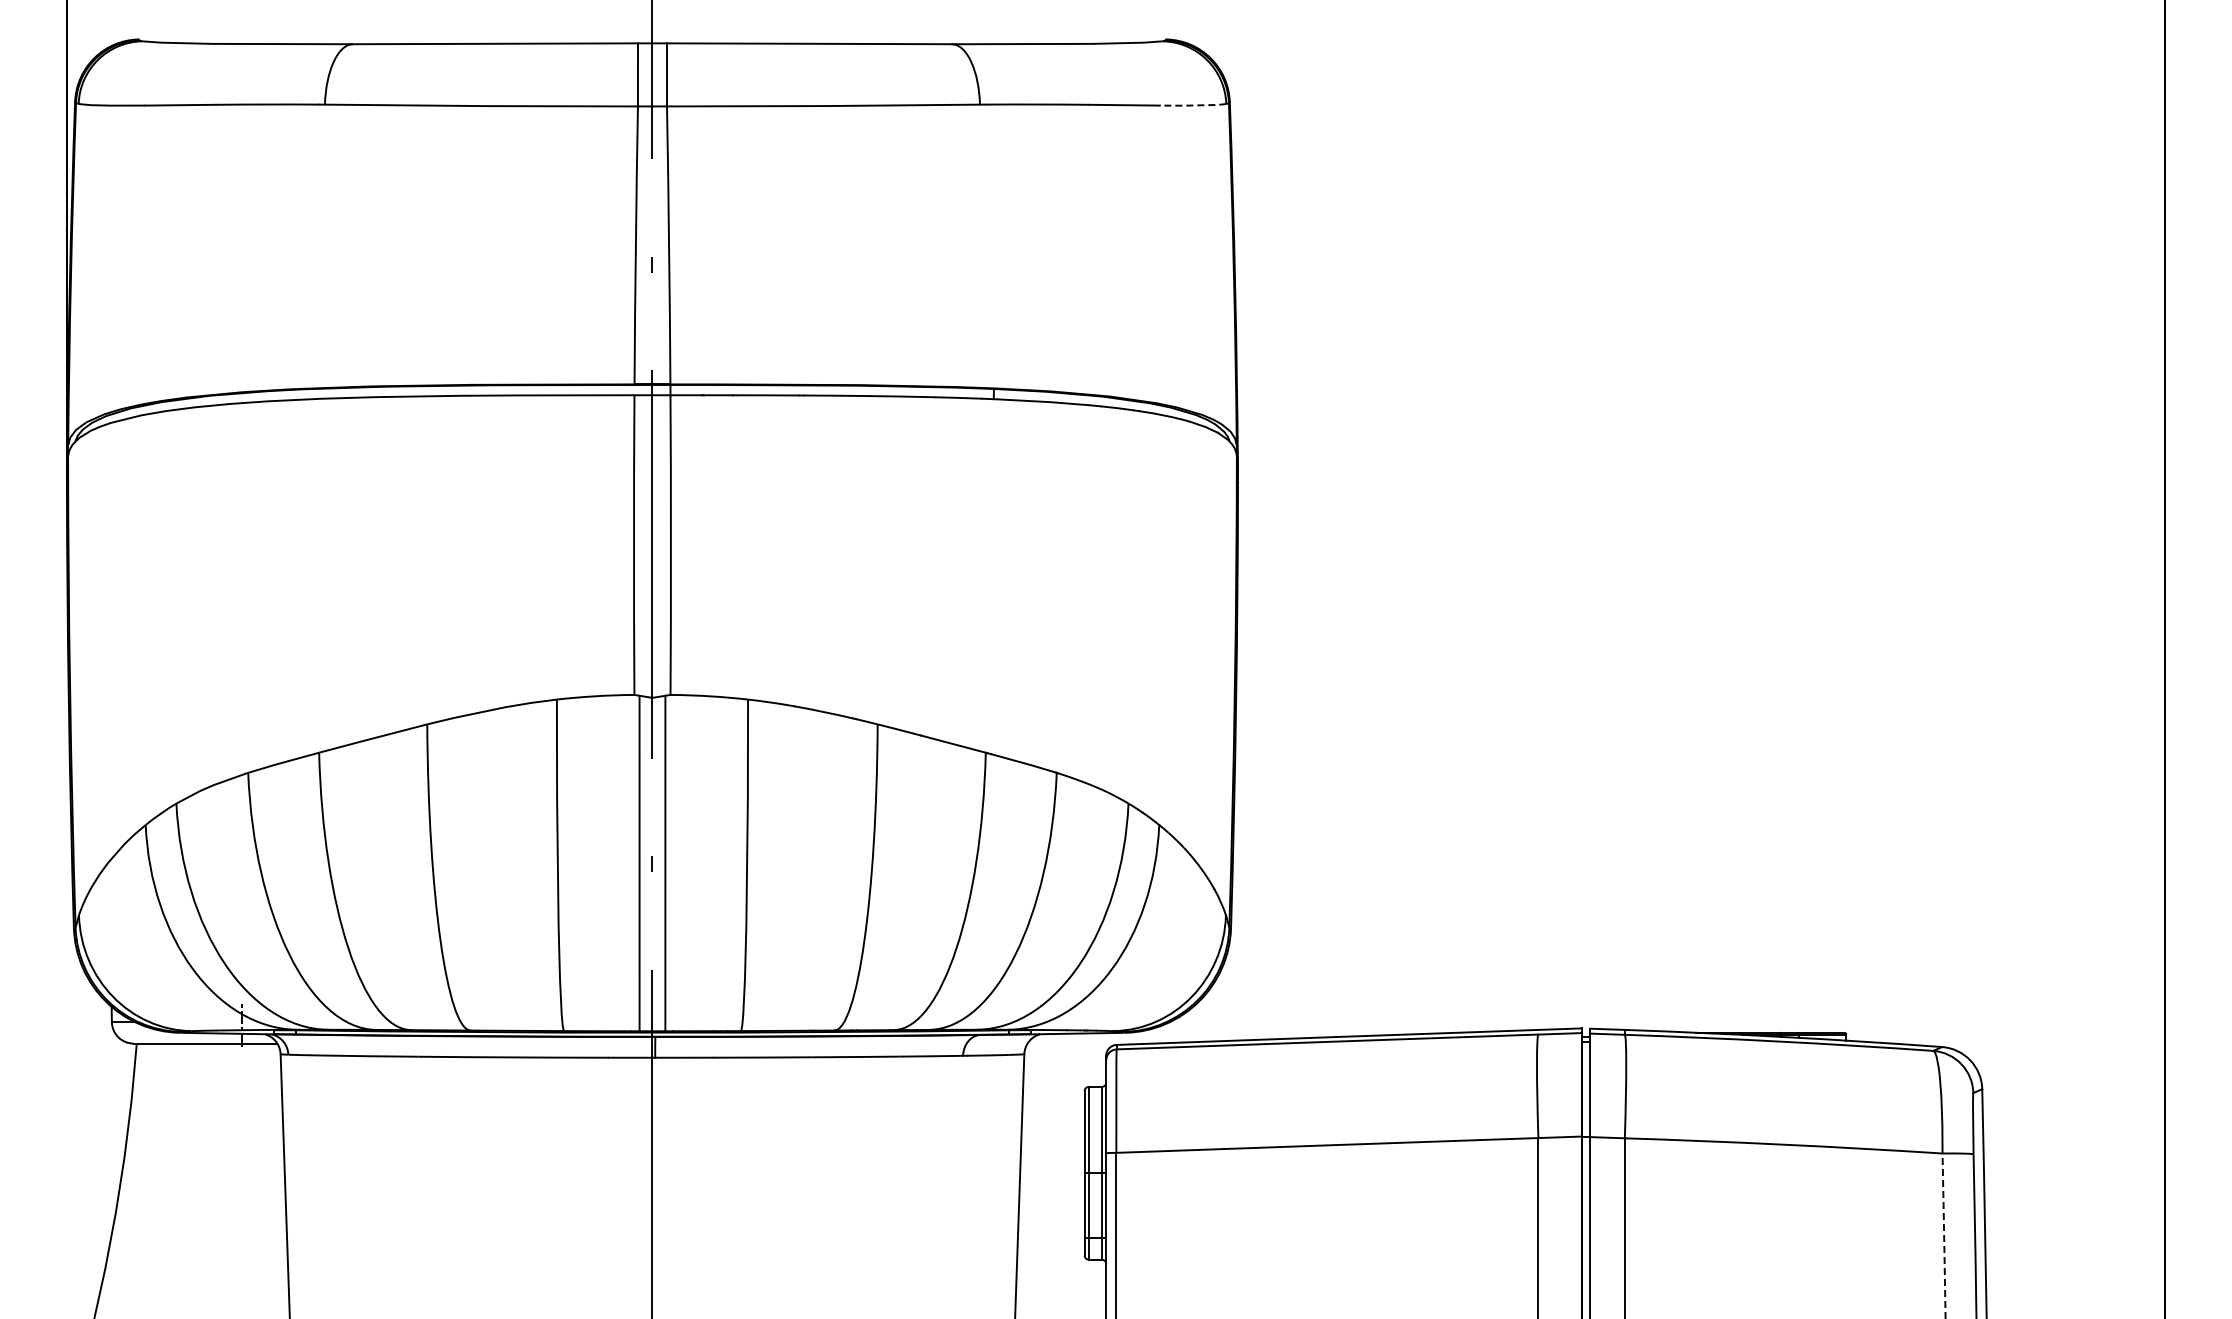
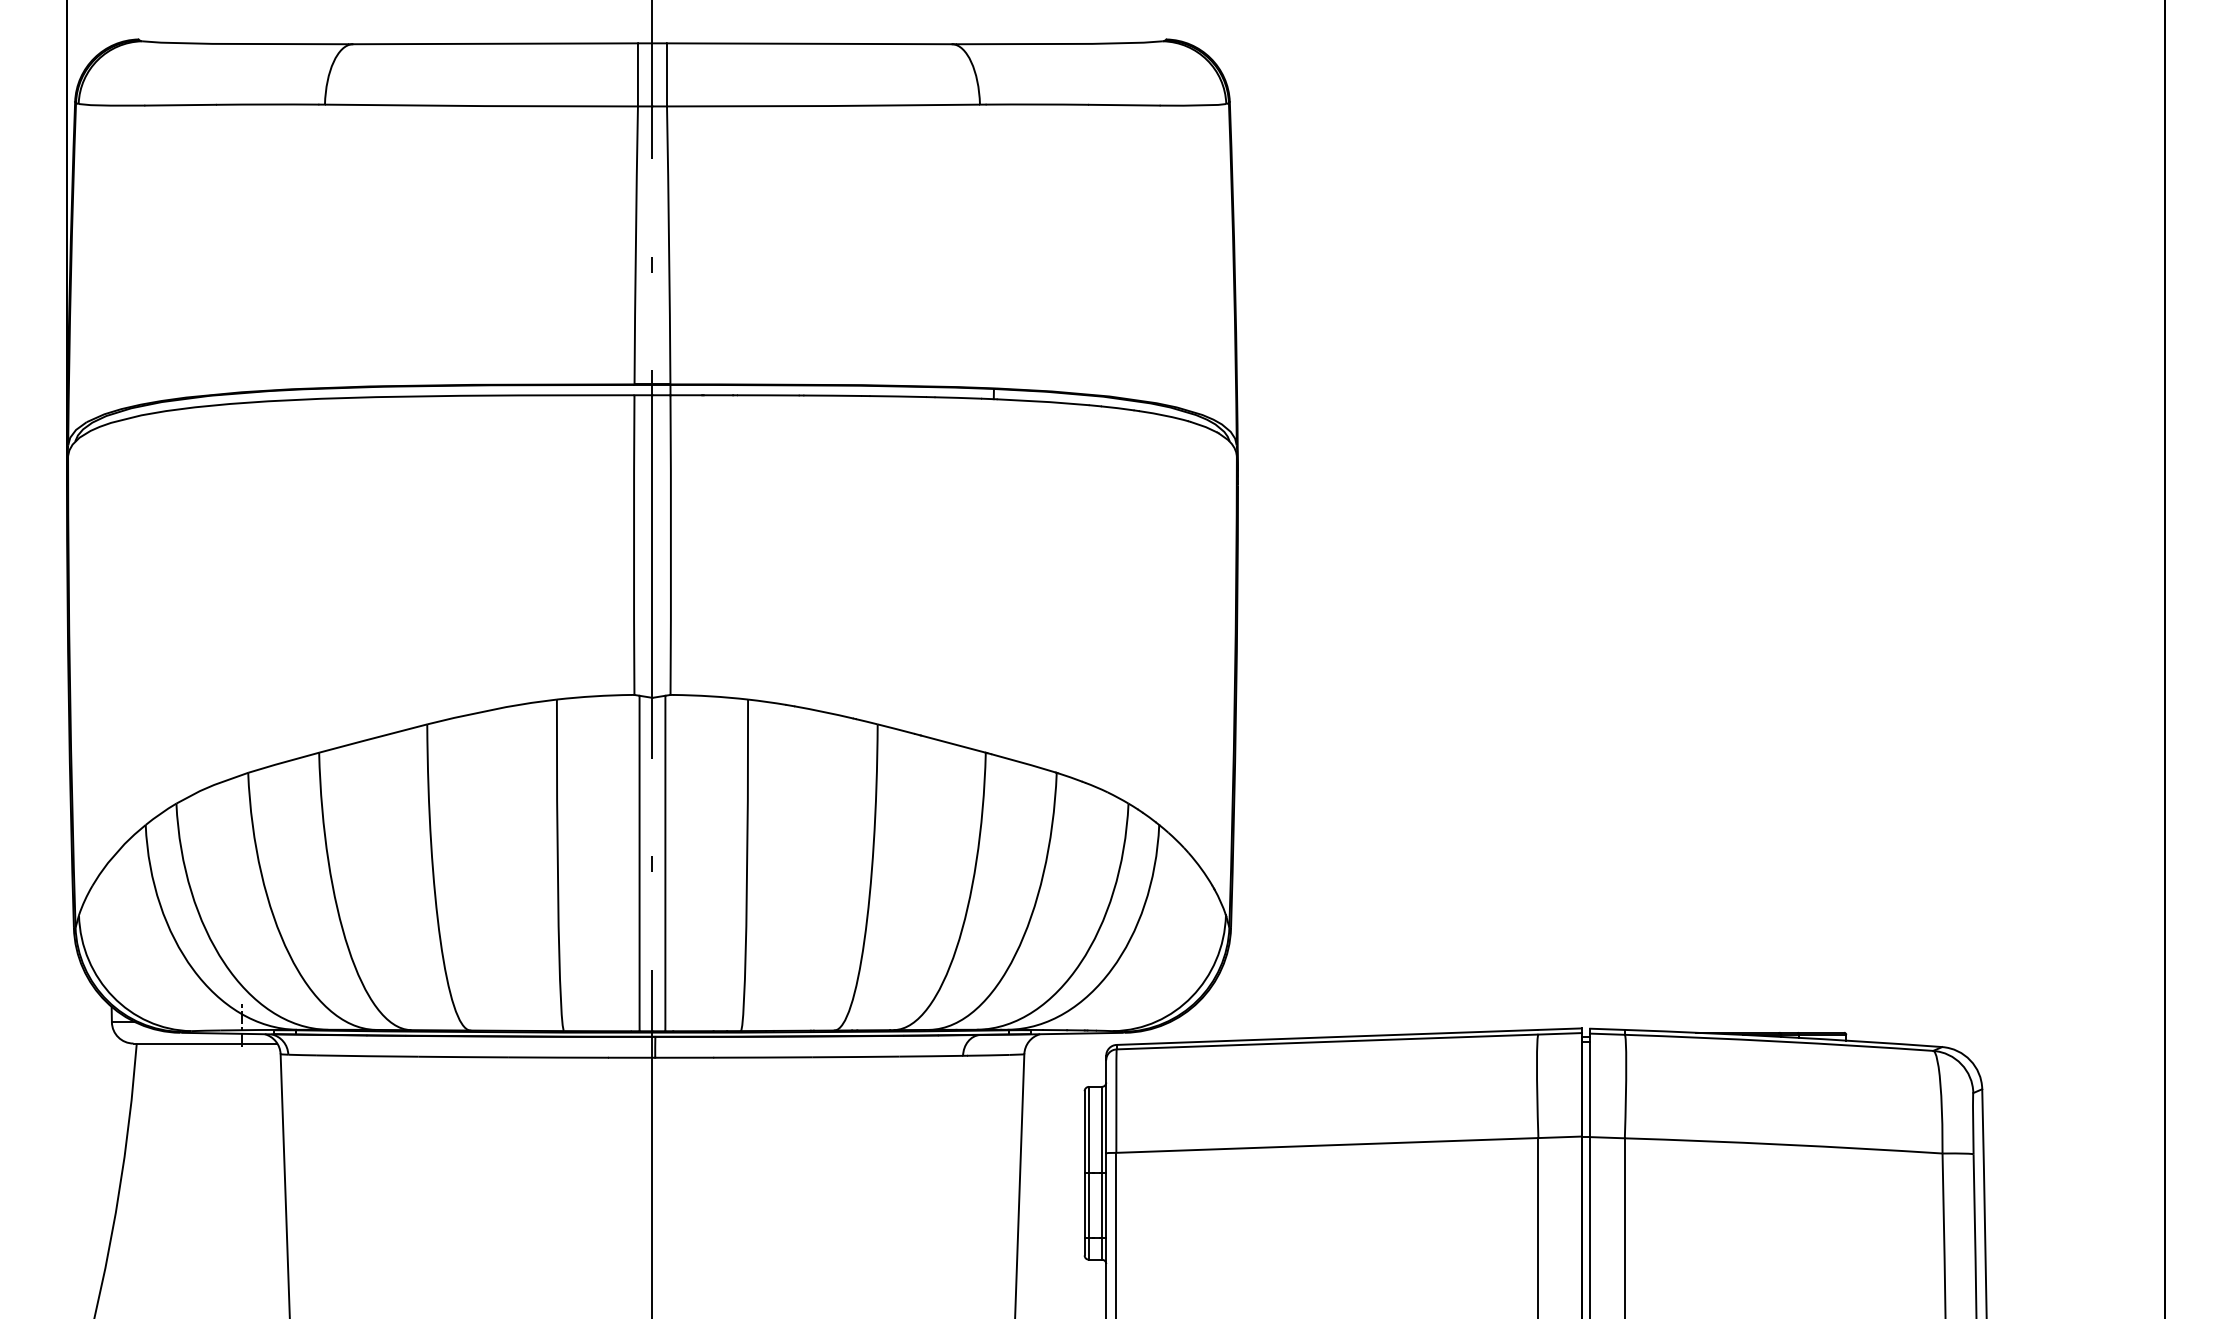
line at (1193, 105): dashed -> solid
arc at (1944, 1236): dashed -> solid
